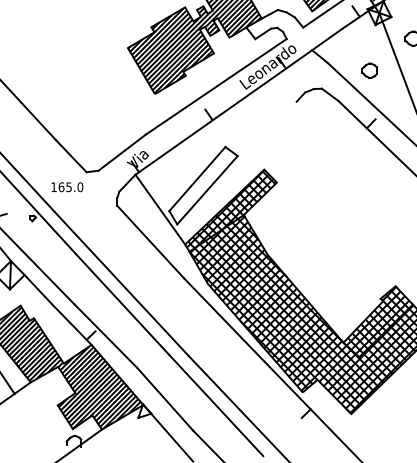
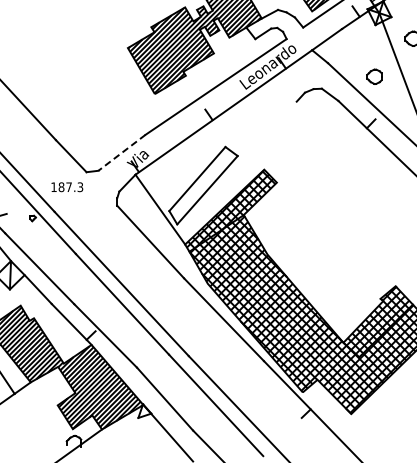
part at (369, 70) position: (369, 70) -> (374, 76)
line at (122, 152): solid -> dashed
text at (70, 187): 165.0 -> 187.3
